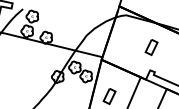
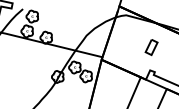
part at (109, 96): present -> none
